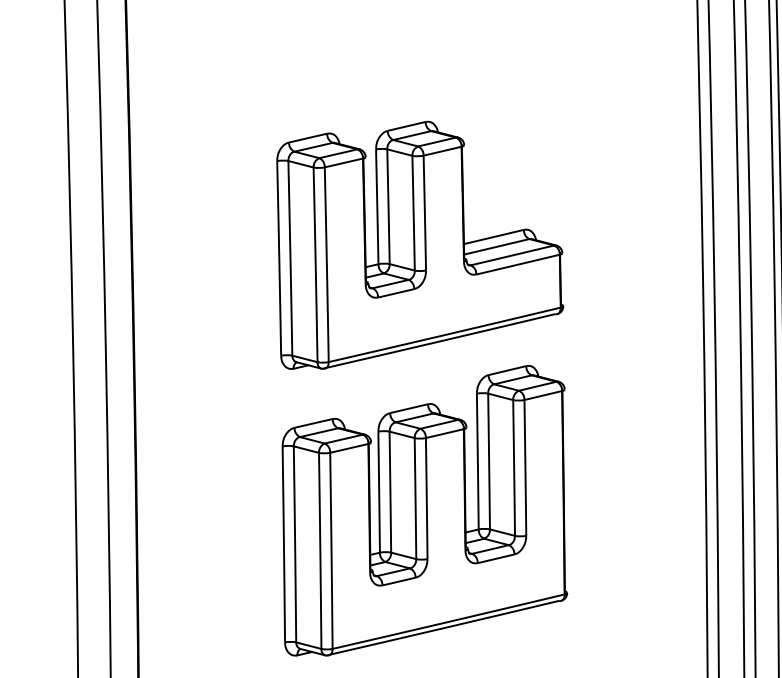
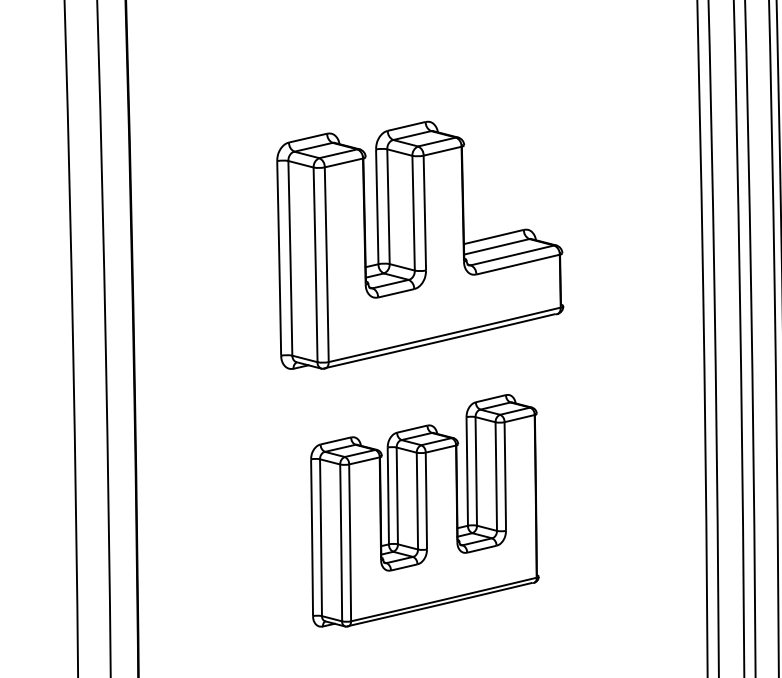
part at (424, 510) size: 288x292 px -> 230x234 px
